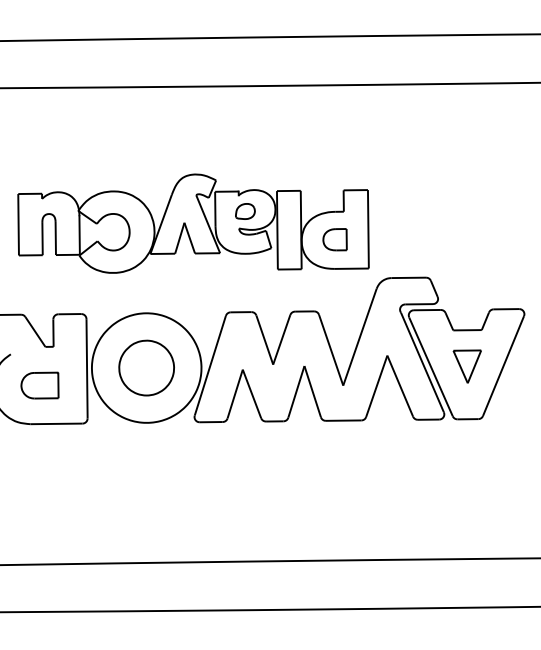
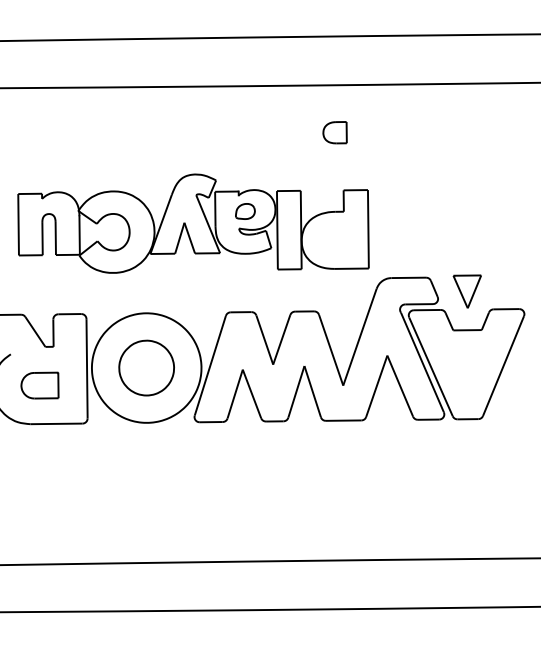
part at (334, 239) position: (334, 239) -> (334, 132)
part at (466, 366) position: (466, 366) -> (466, 291)
